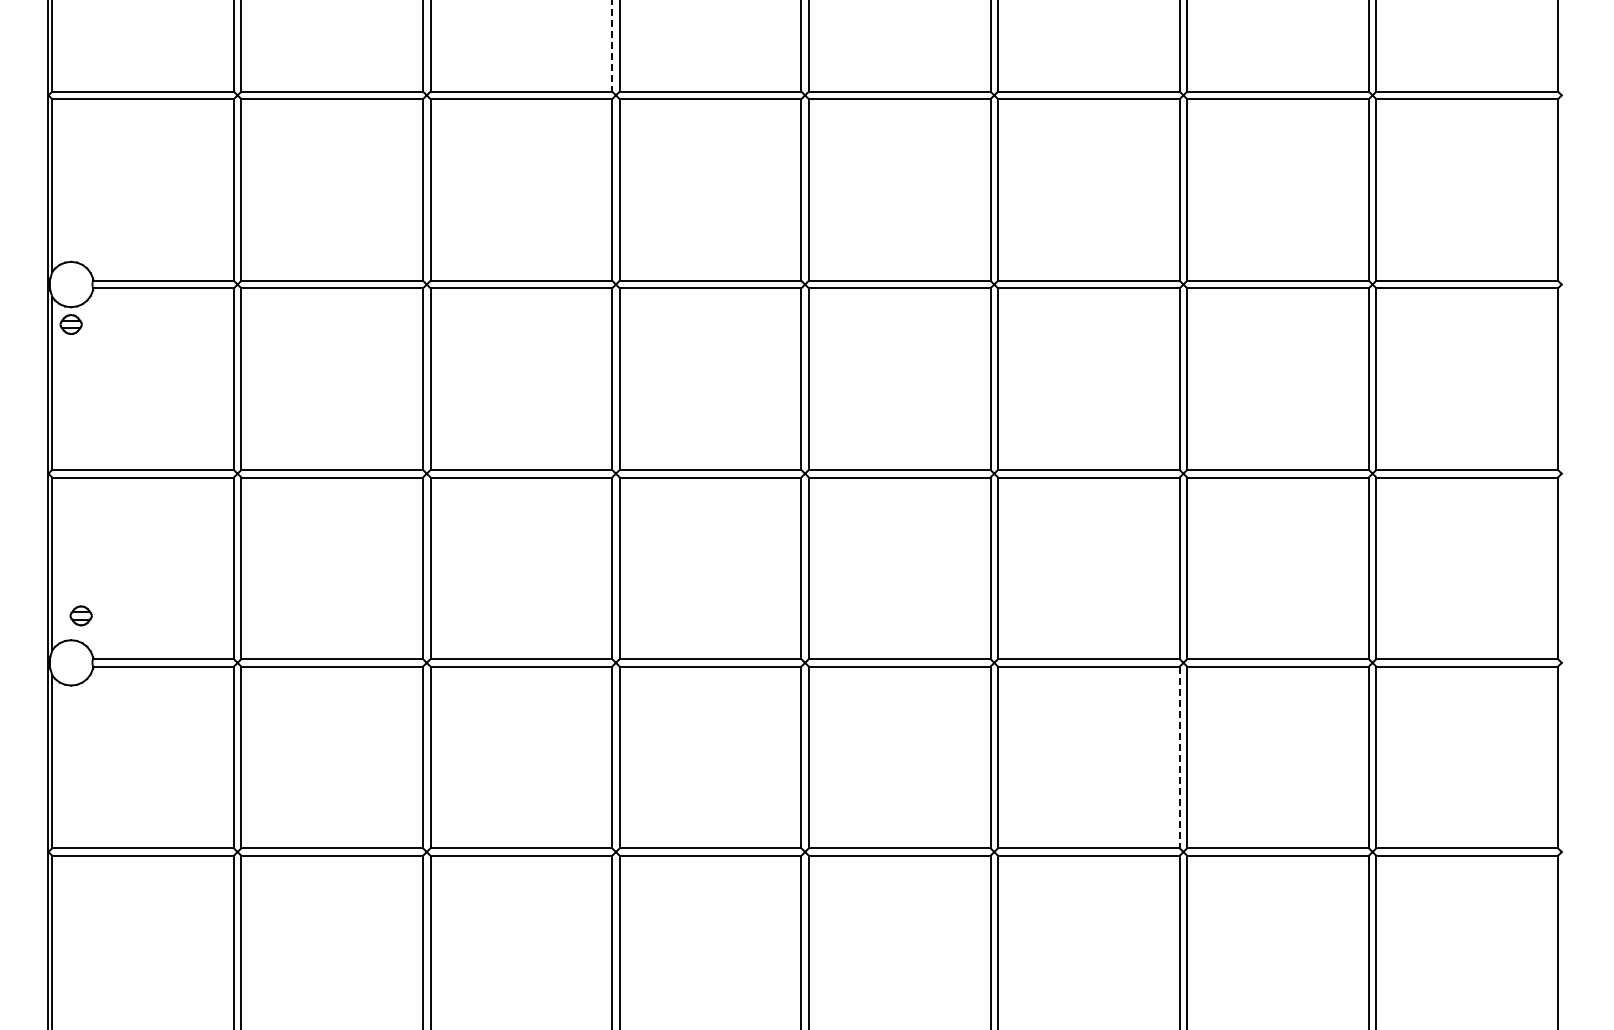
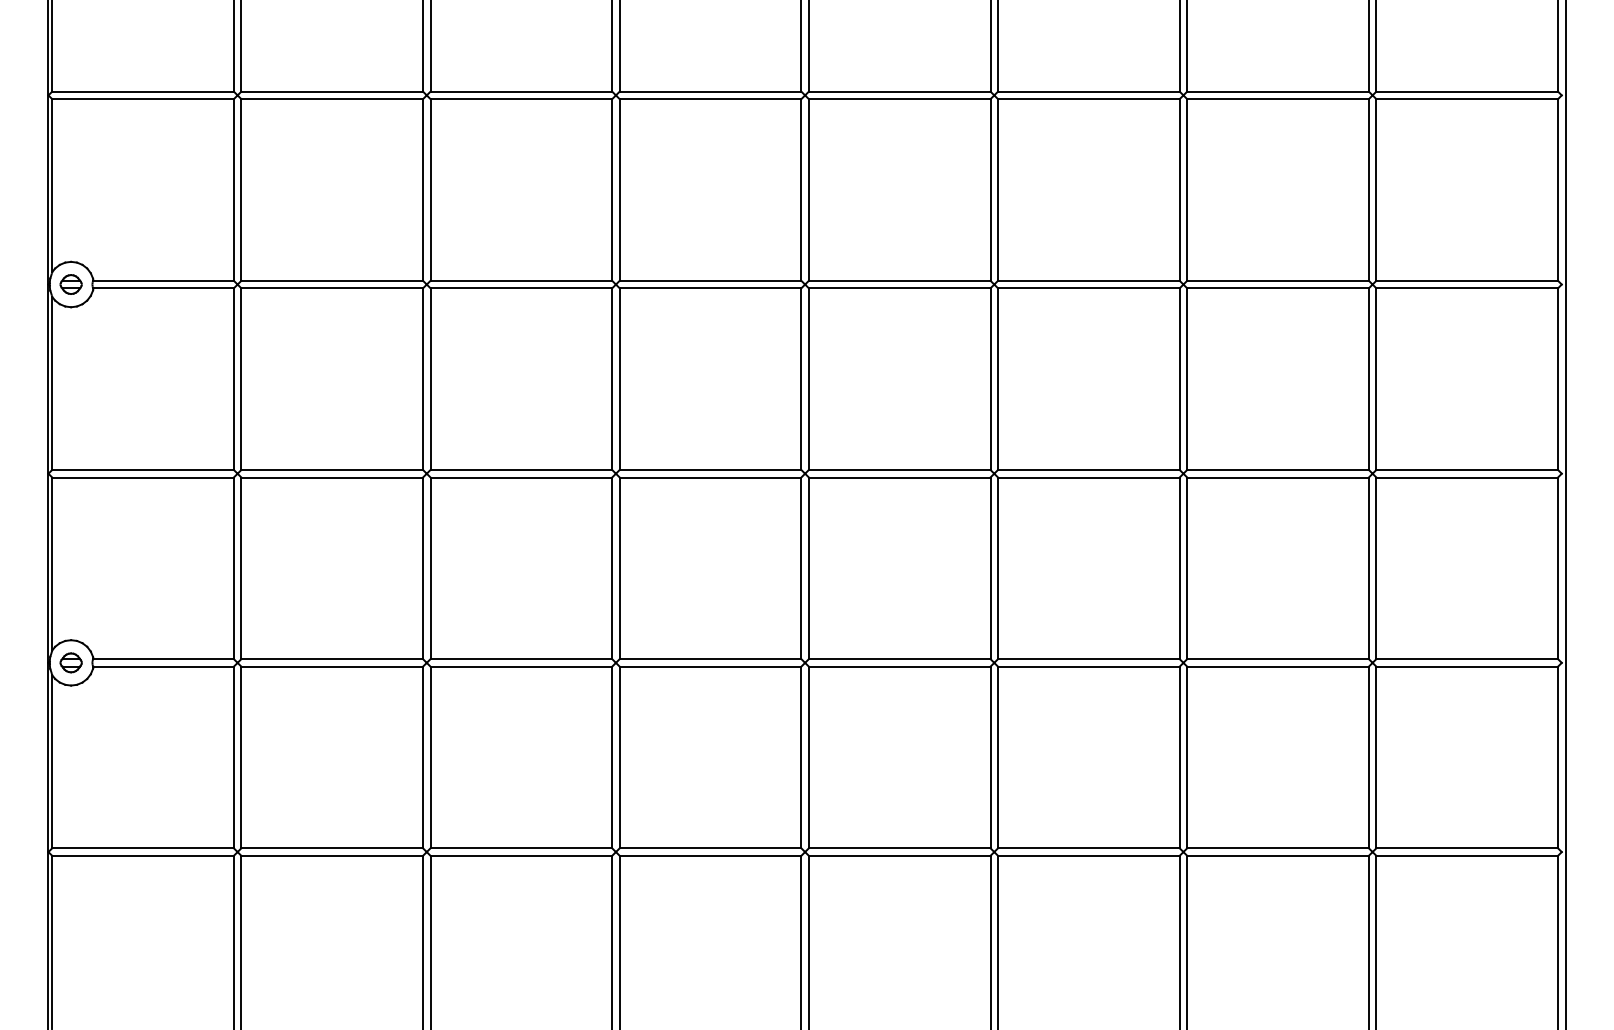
line at (612, 46): dashed -> solid
part at (70, 324) position: (70, 324) -> (70, 284)
line at (1565, 514): none -> present
part at (80, 615) position: (80, 615) -> (70, 662)
line at (1179, 757): dashed -> solid
